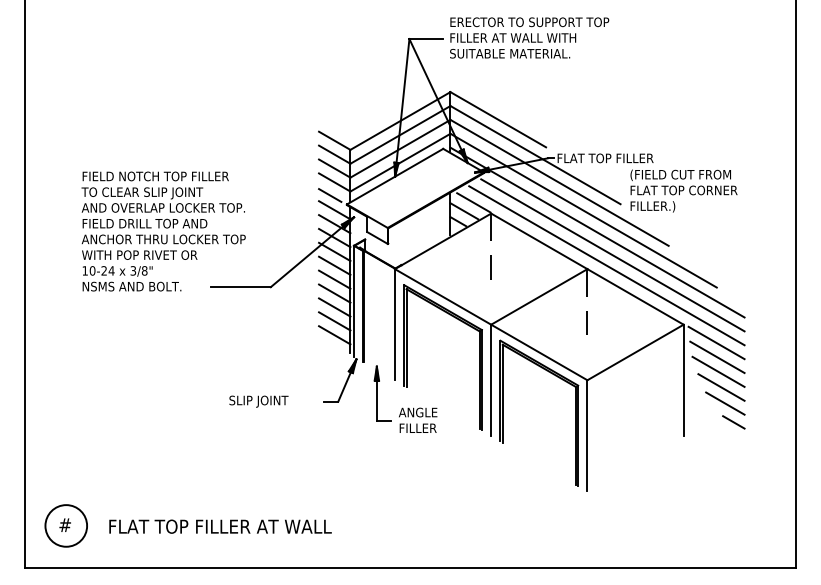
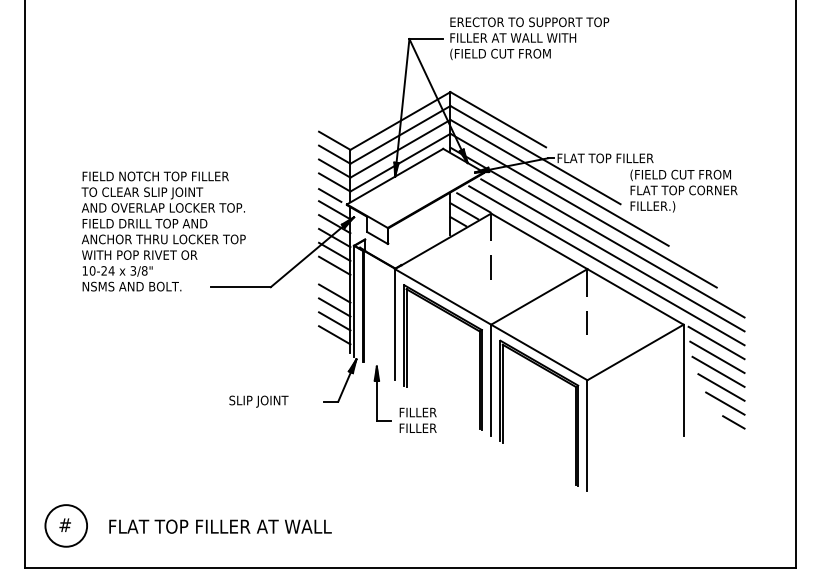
text at (510, 54): SUITABLE MATERIAL. -> (FIELD CUT FROM
line at (334, 279): present -> none
text at (418, 412): ANGLE -> FILLER
